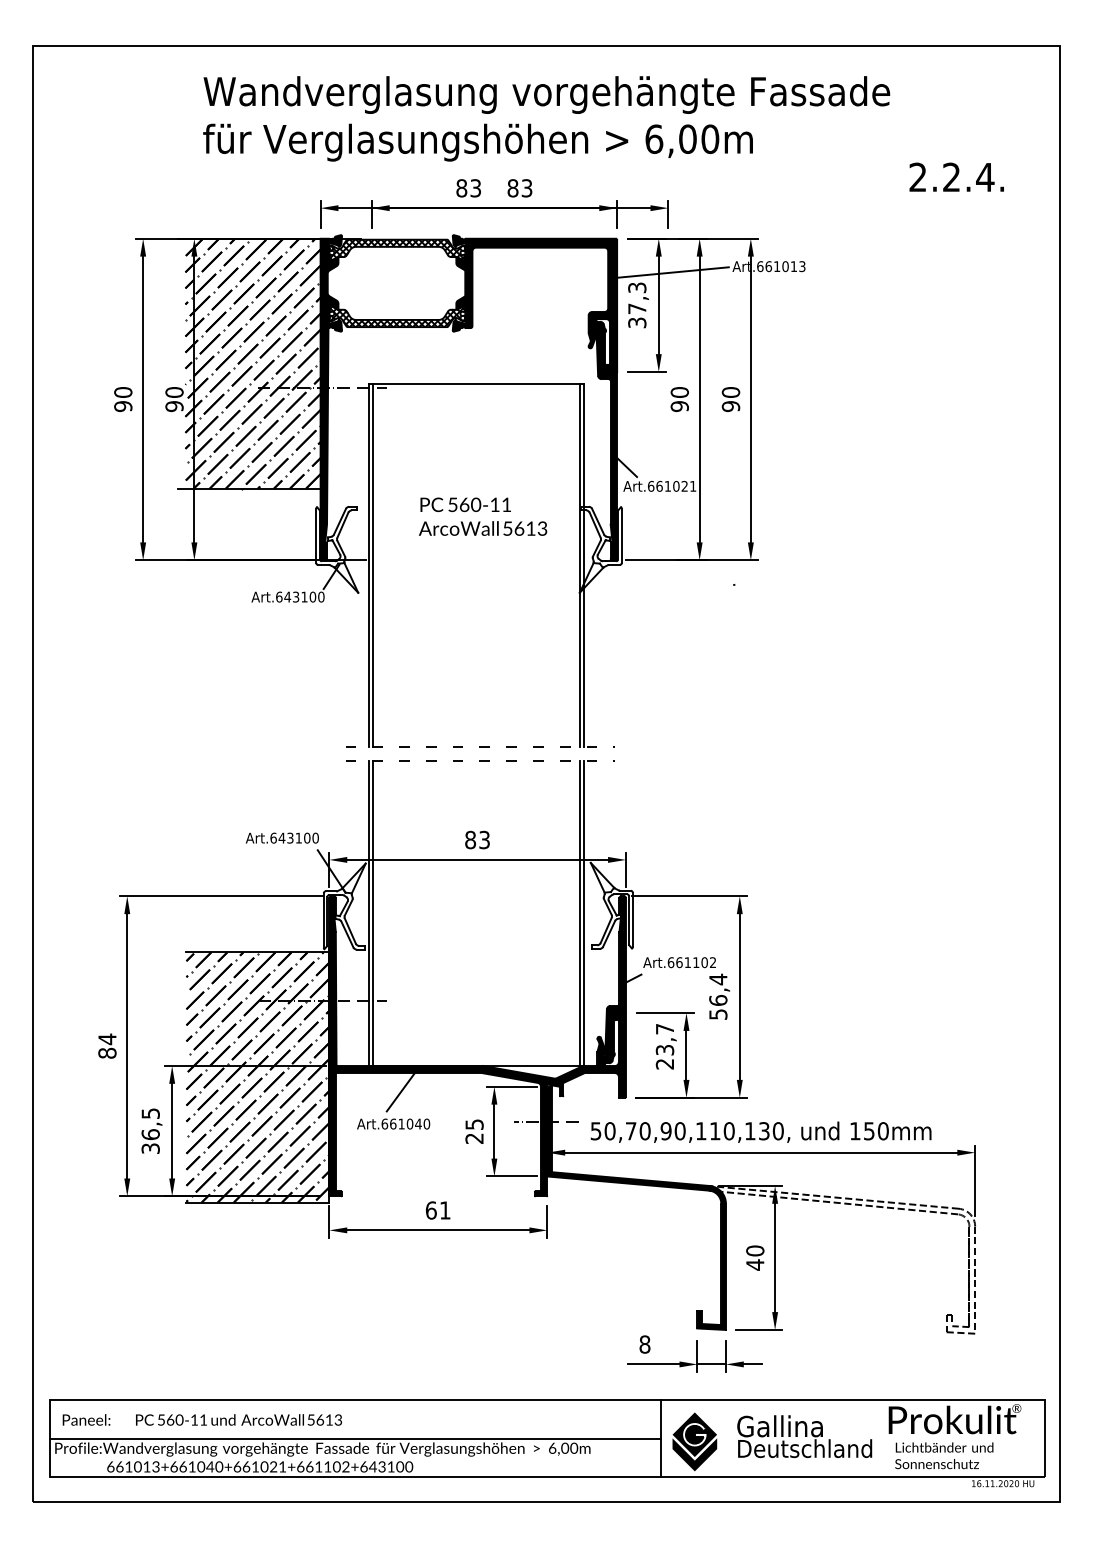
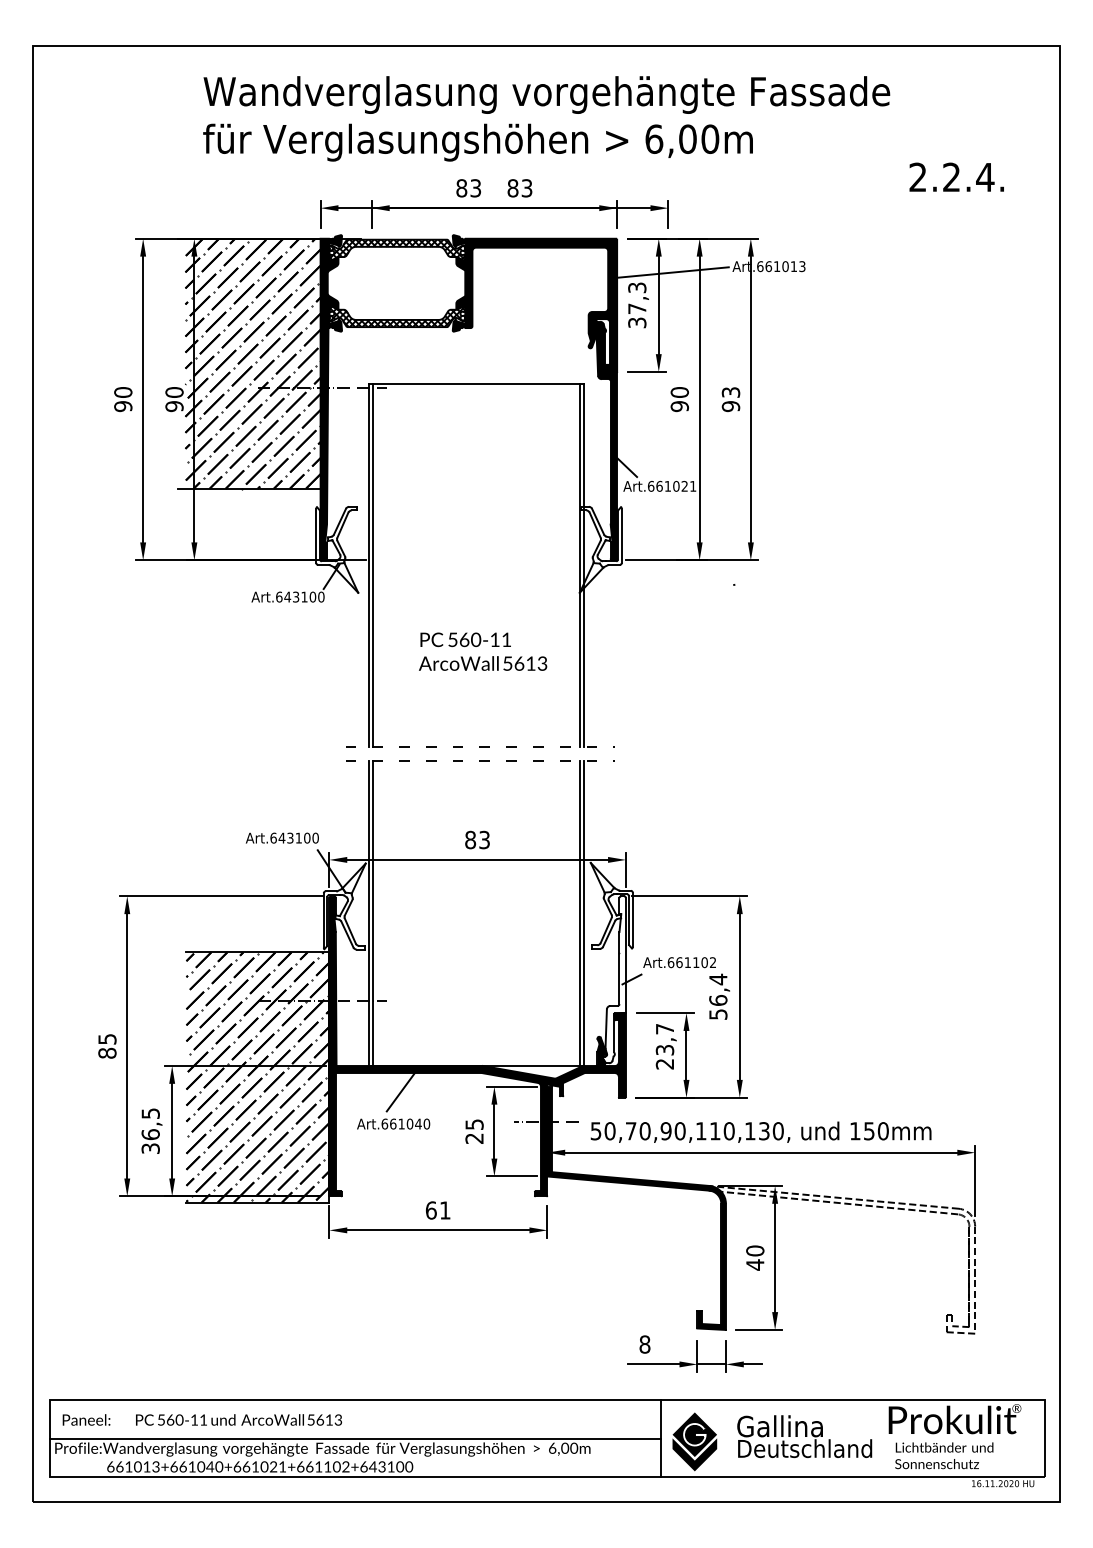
text at (730, 392): 90 -> 93
text at (483, 516) position: (483, 516) -> (483, 651)
fill at (613, 979): present -> none
text at (107, 1039): 84 -> 85
